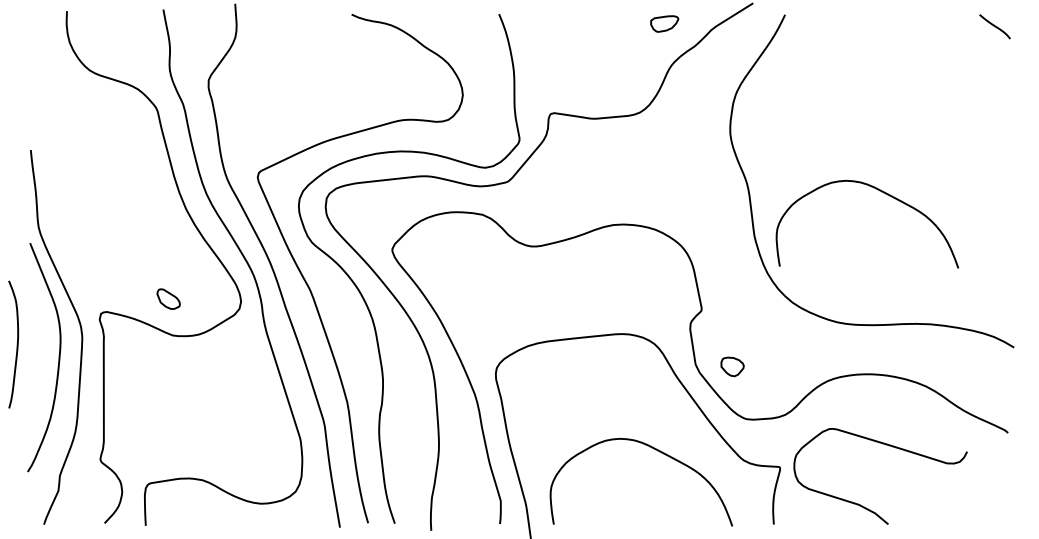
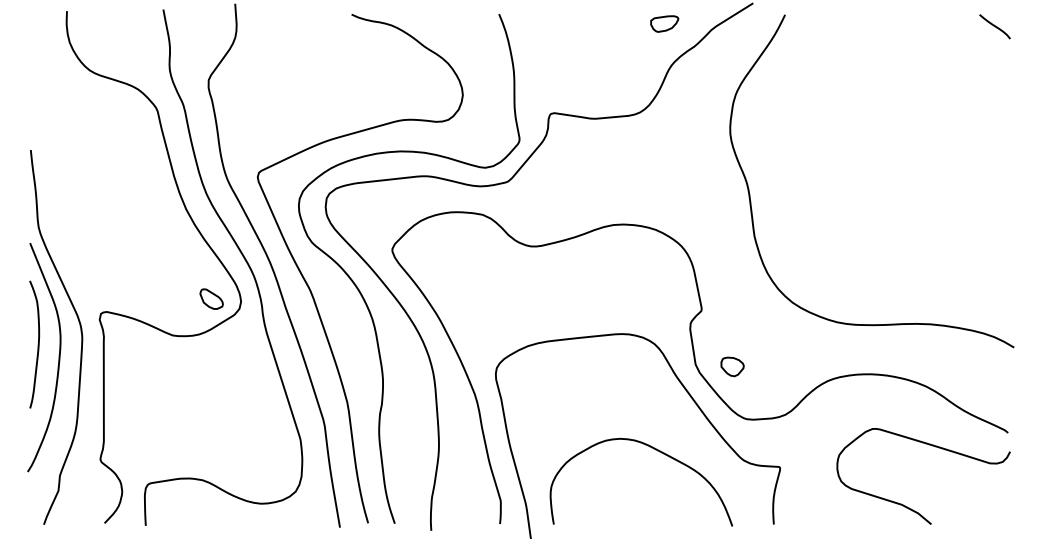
curve at (883, 193): present -> none
part at (168, 298) position: (168, 298) -> (211, 298)
curve at (16, 344) position: (16, 344) -> (37, 344)
curve at (889, 446) position: (889, 446) -> (932, 446)
